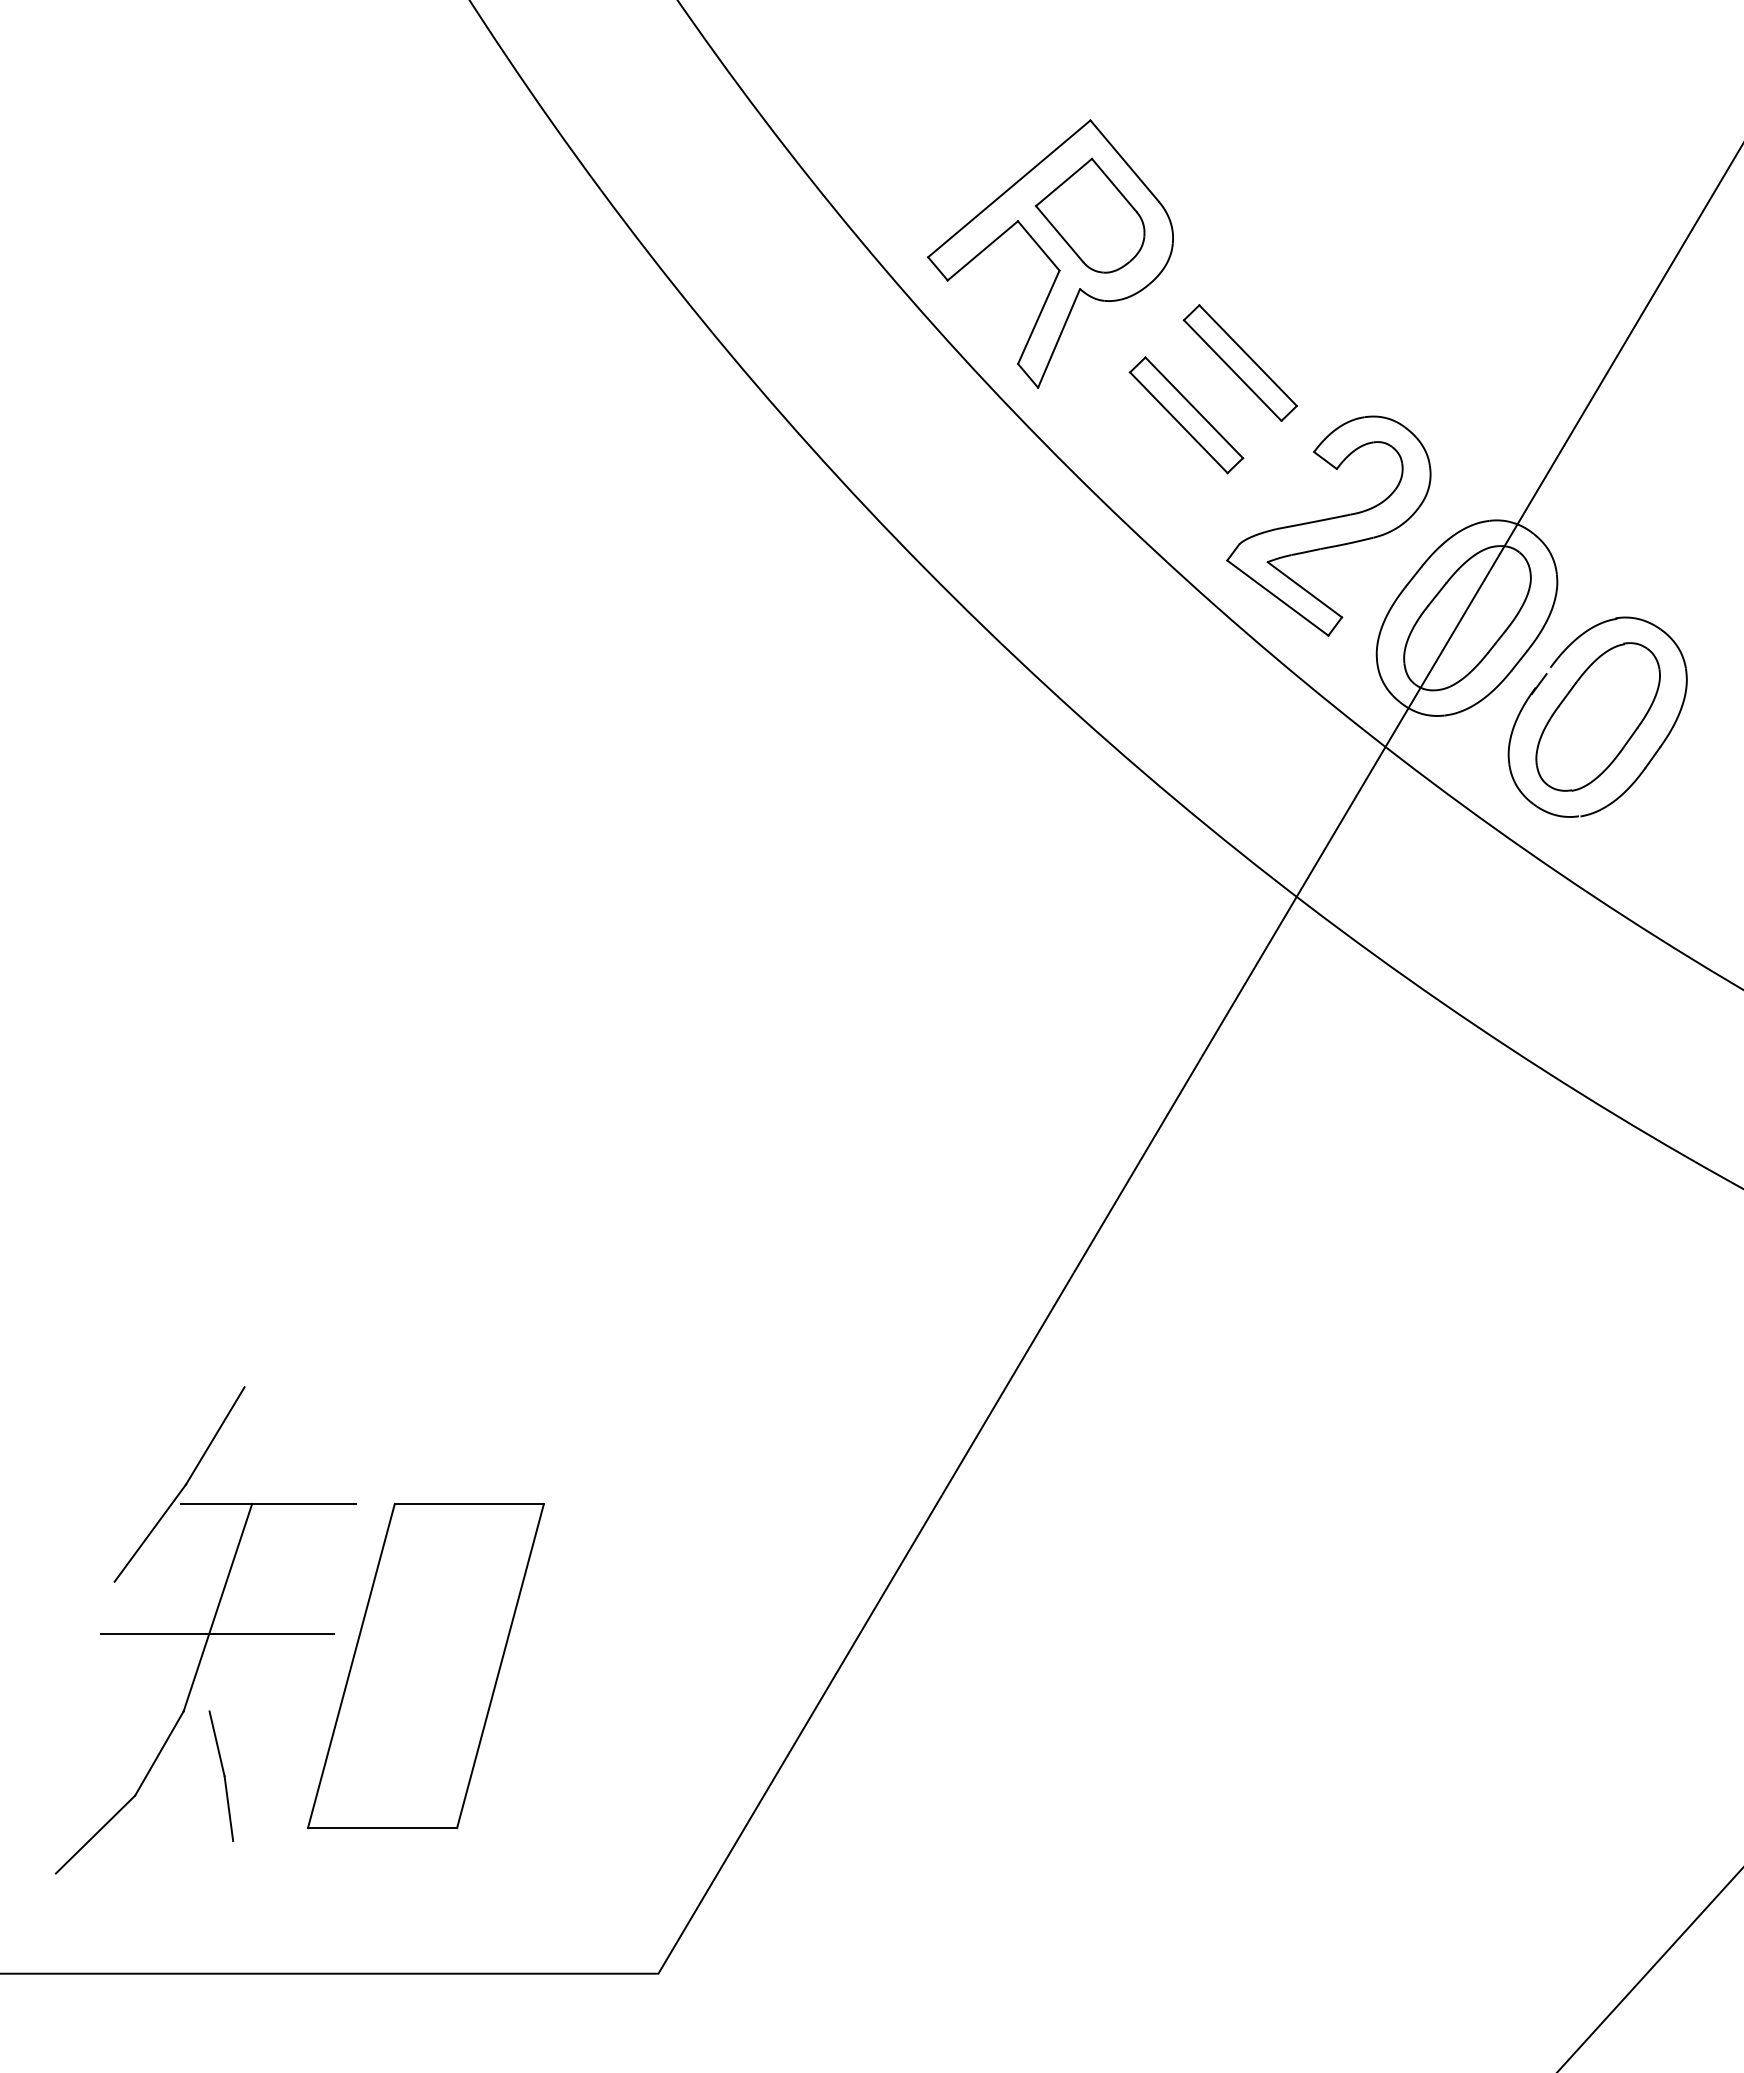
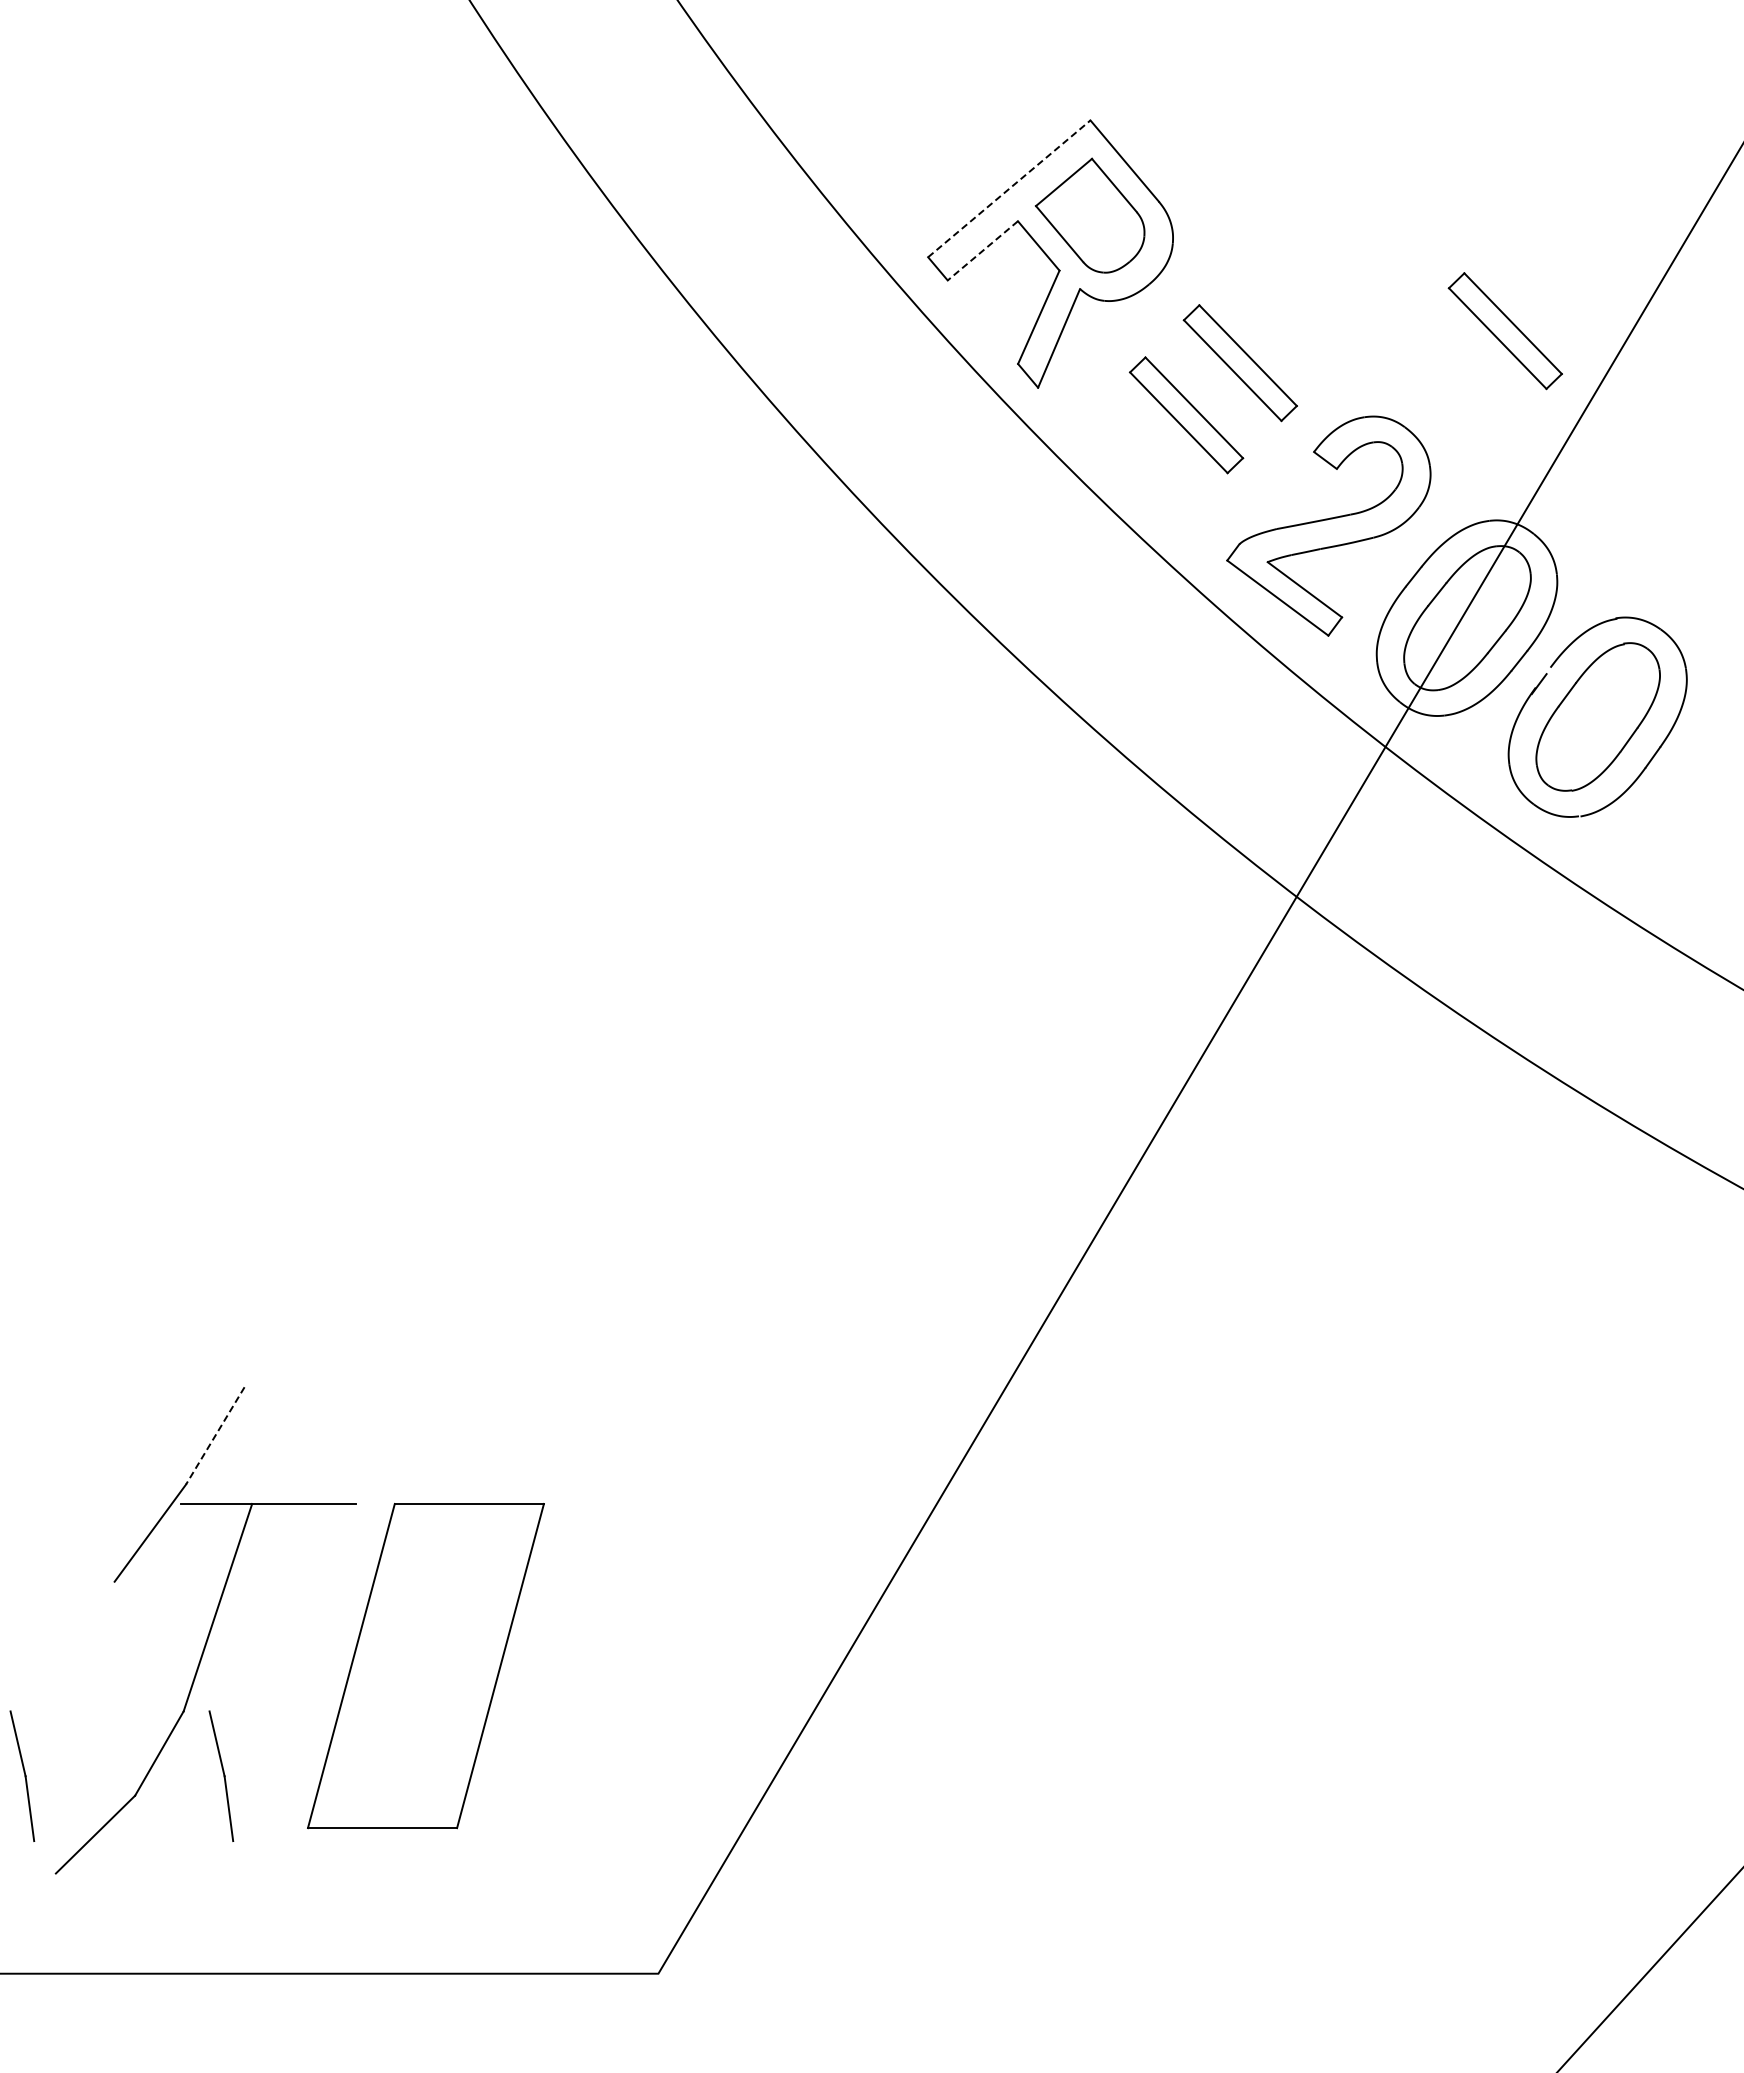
line at (1009, 188): solid -> dashed
line at (982, 250): solid -> dashed
part at (1504, 331): none -> present
line at (215, 1435): solid -> dashed
line at (217, 1633): present -> none
part at (22, 1775): none -> present
